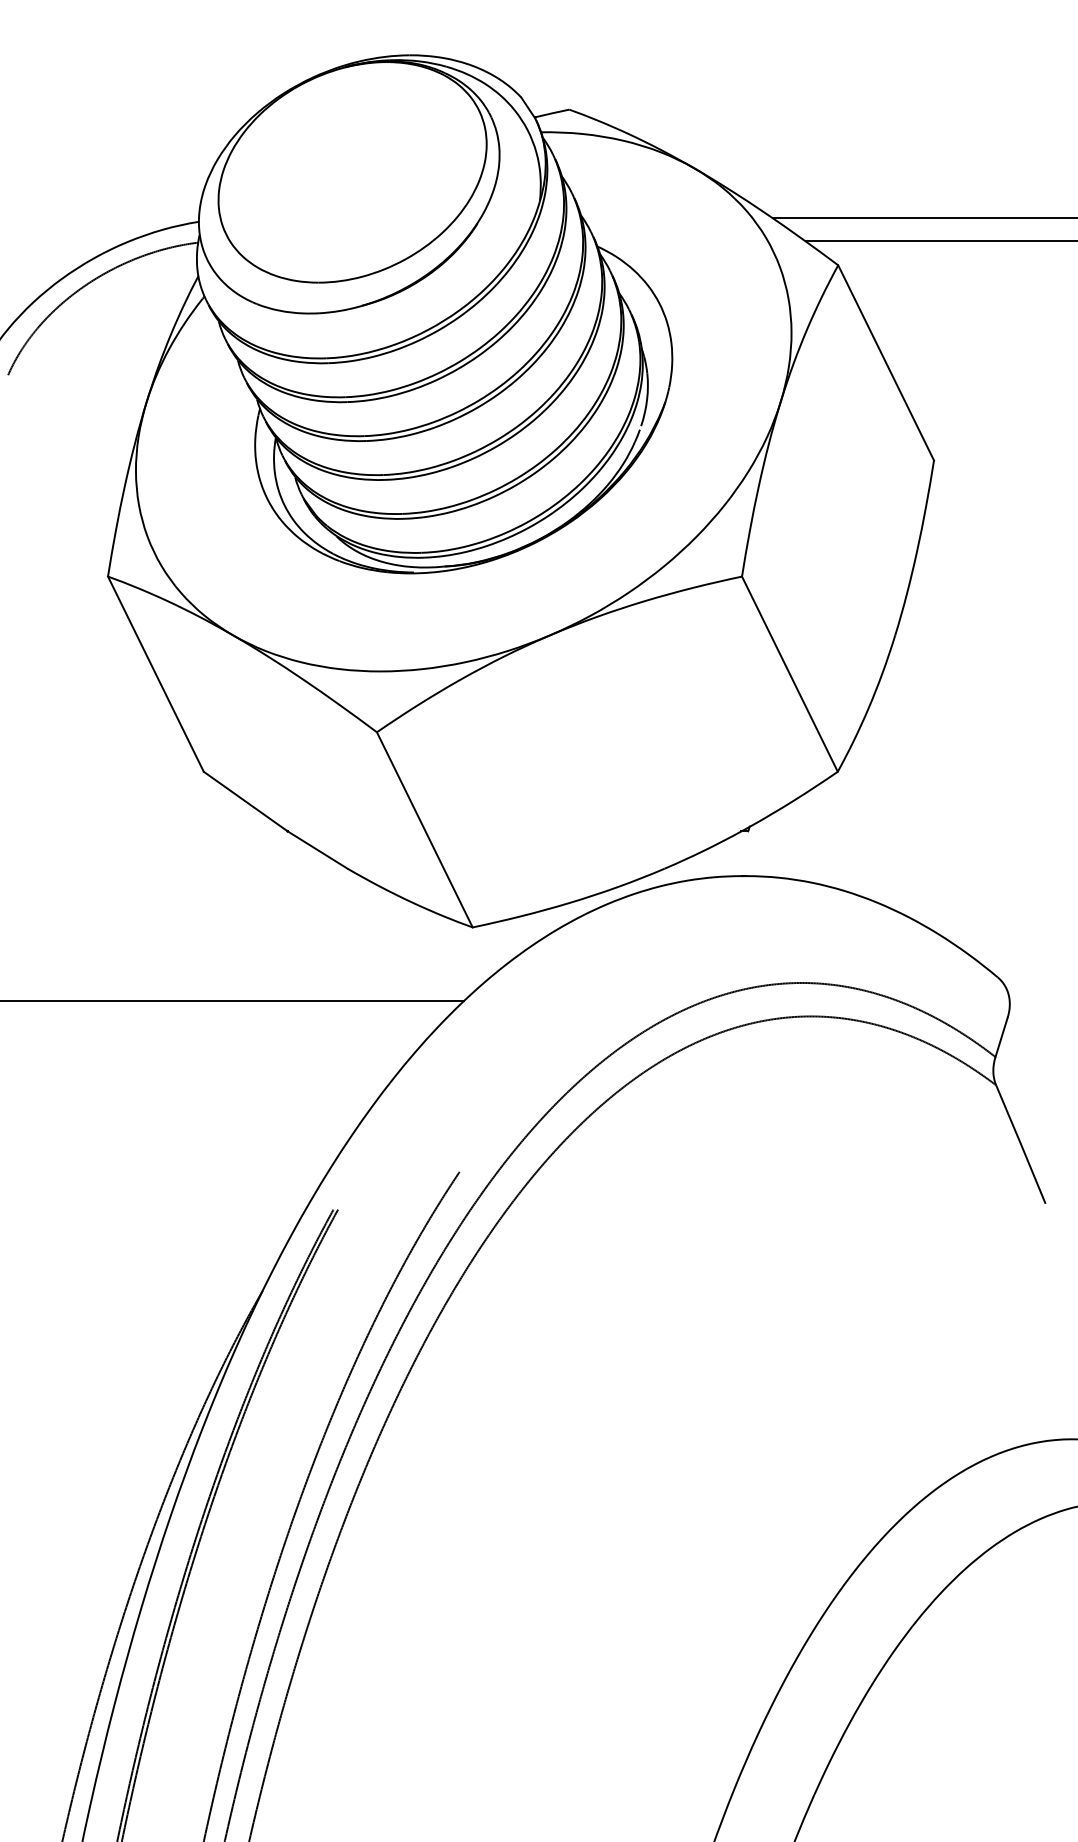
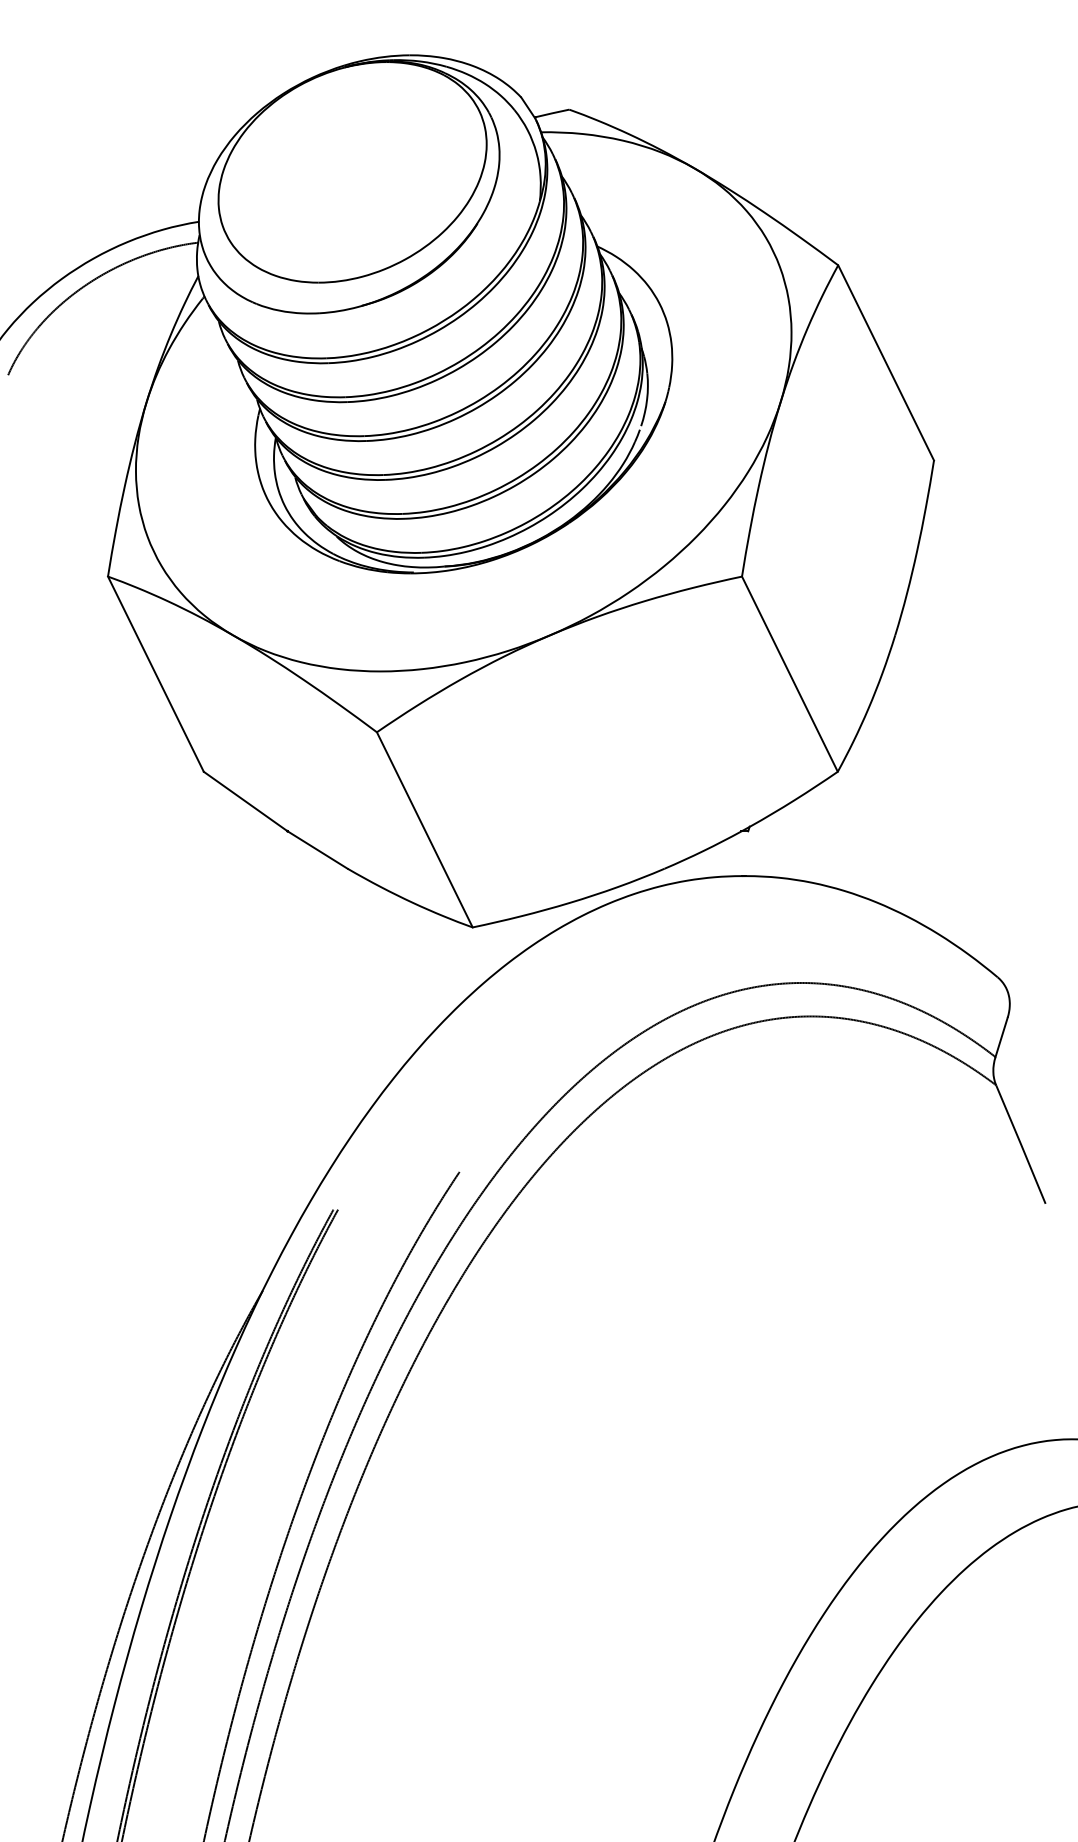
line at (923, 218): present -> none
line at (939, 241): present -> none
line at (232, 1001): present -> none
